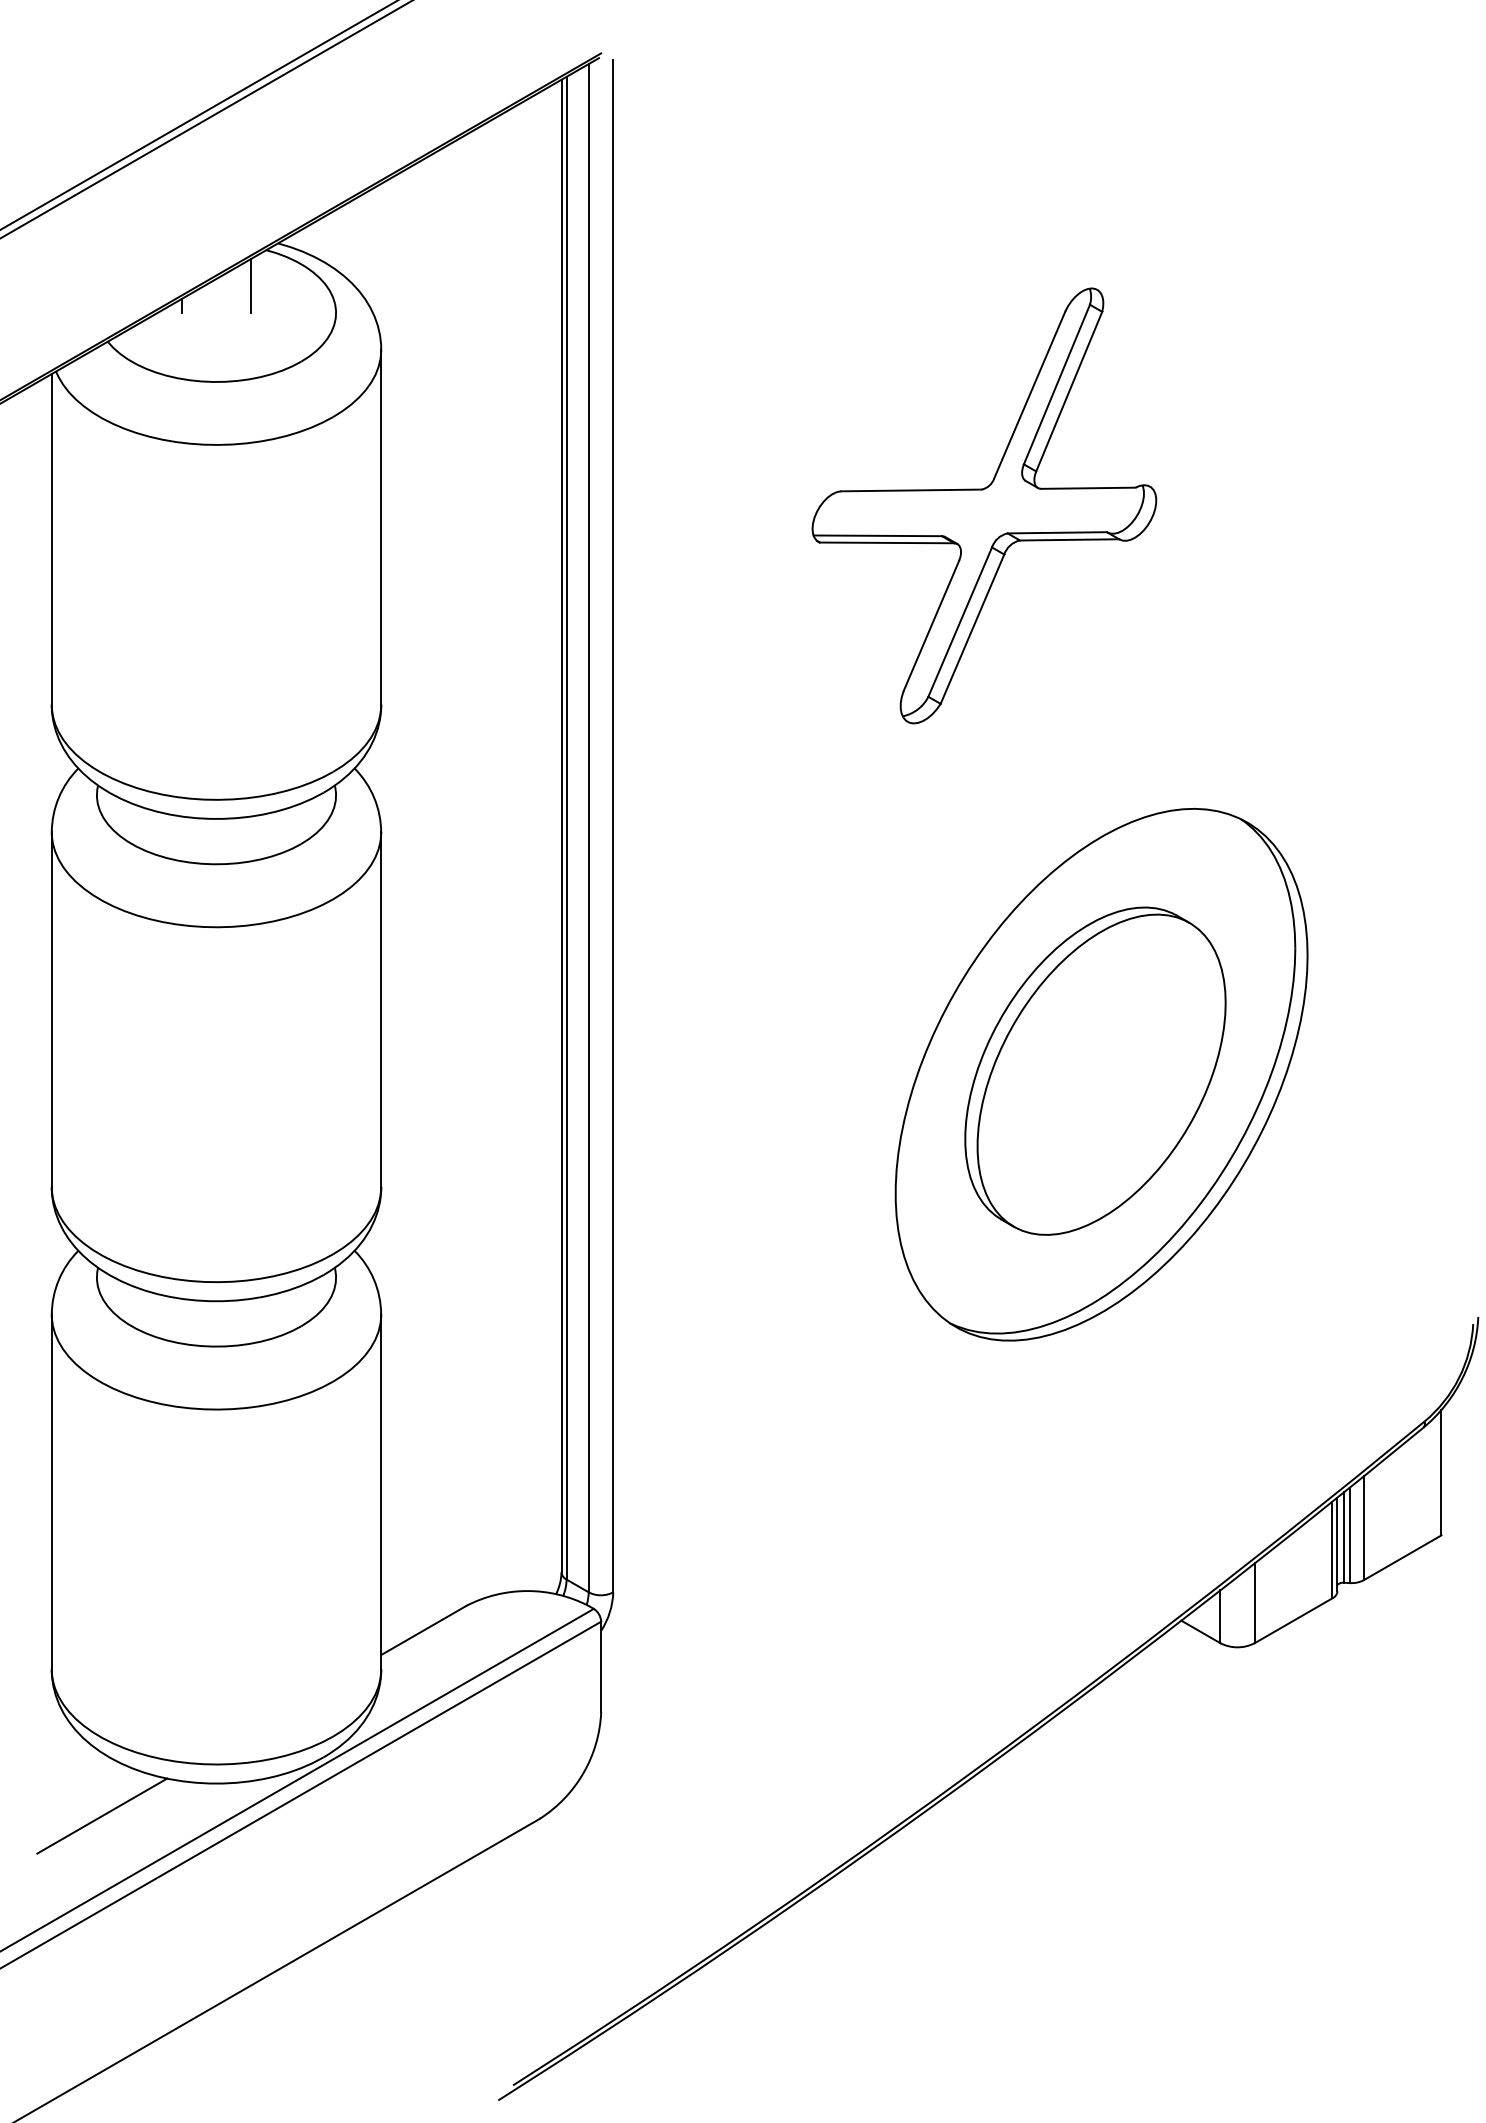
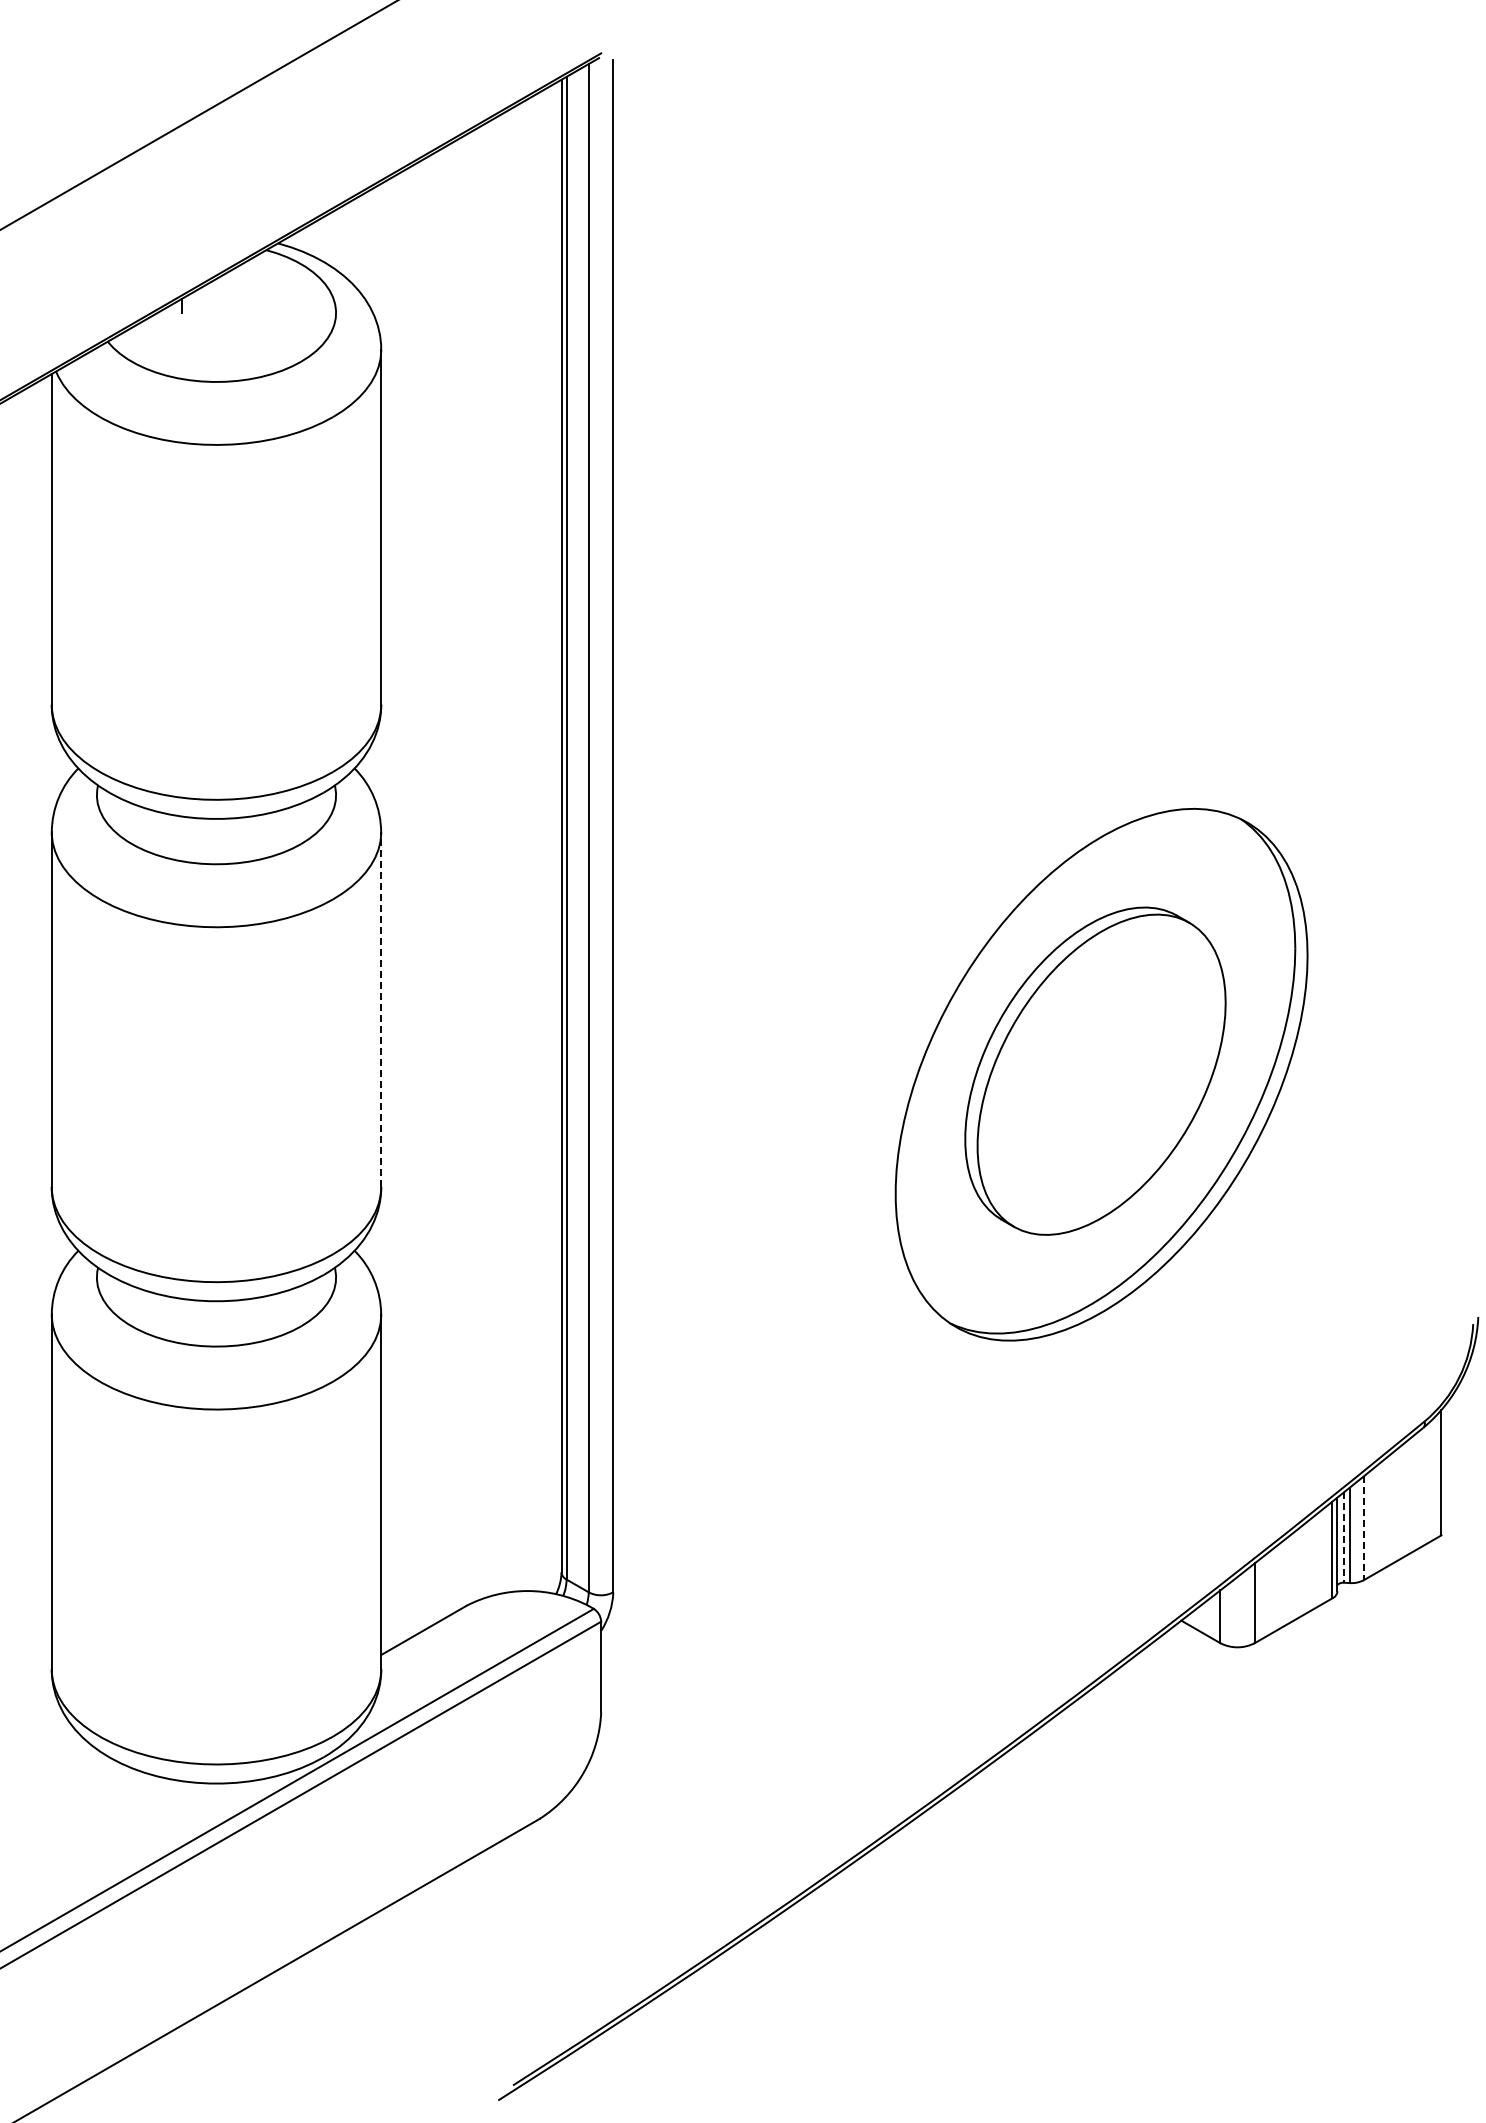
line at (205, 119): present -> none
line at (251, 285): present -> none
part at (984, 505): present -> none
line at (381, 1009): solid -> dashed
line at (1363, 1528): solid -> dashed
line at (1344, 1537): solid -> dashed
line at (102, 1815): present -> none
